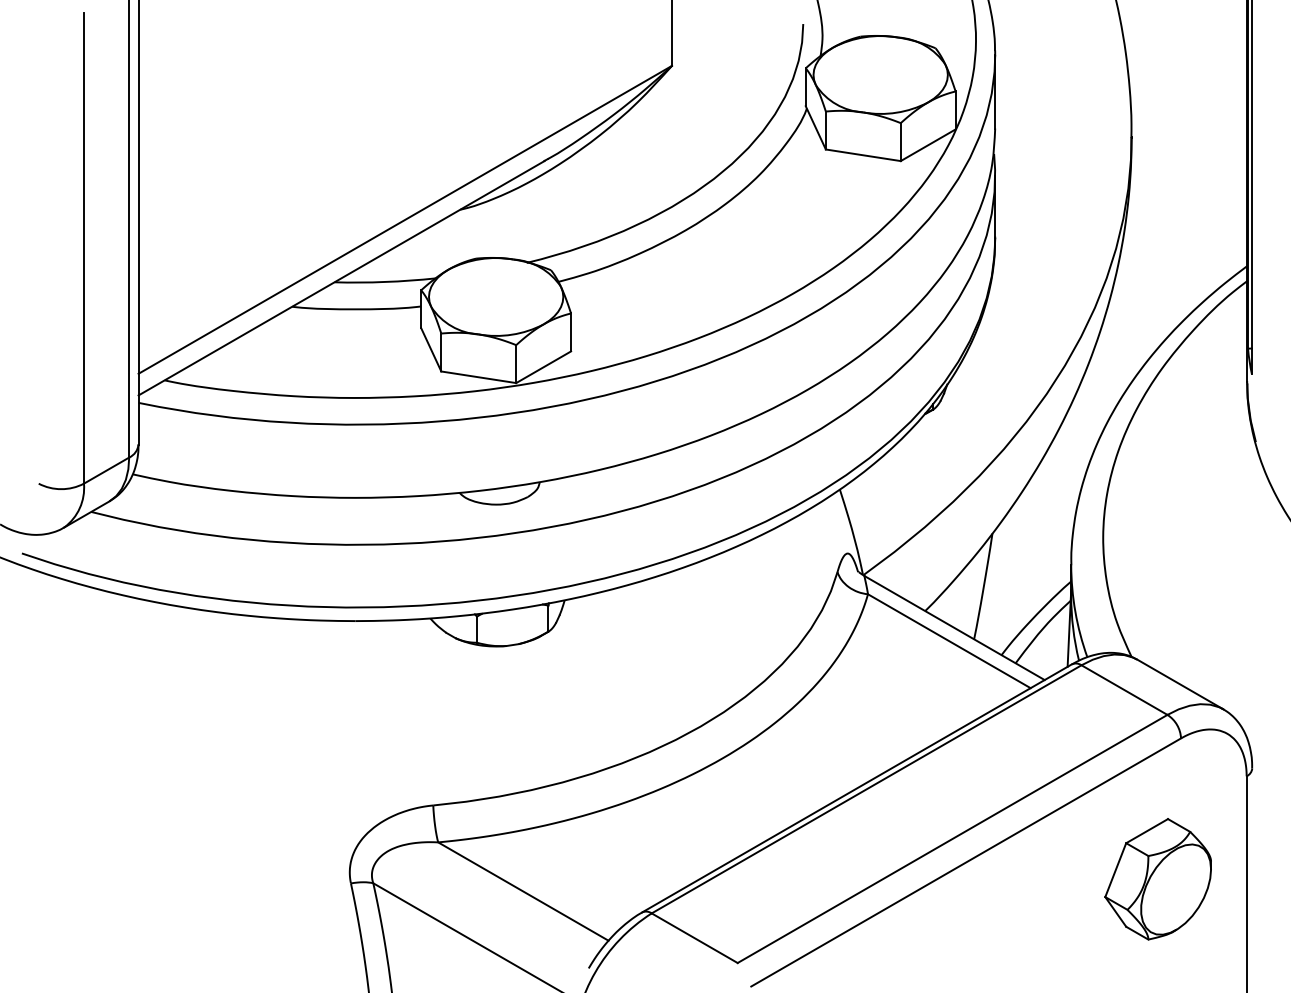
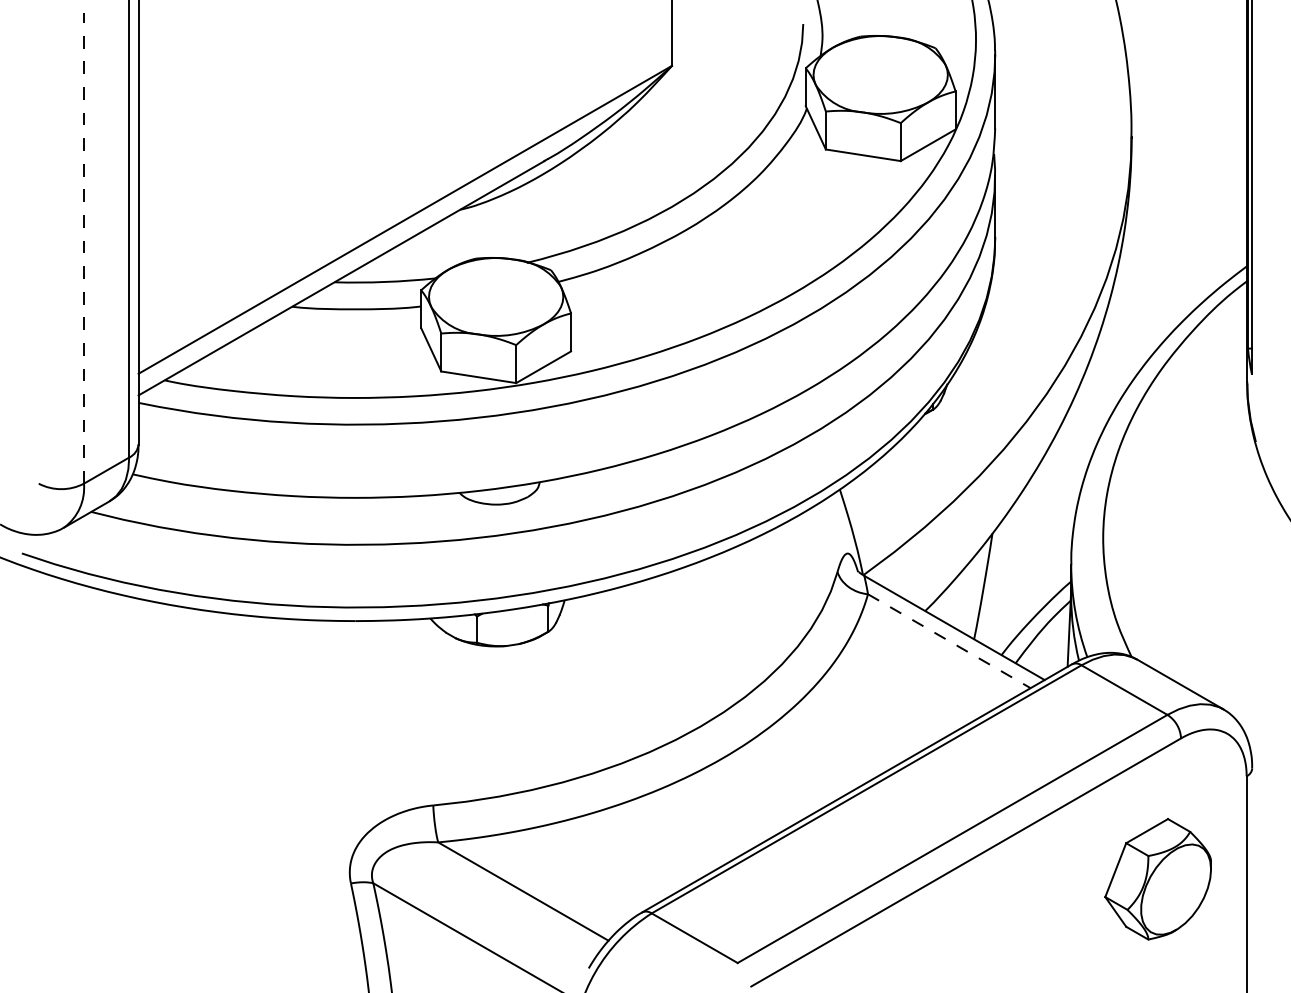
line at (83, 248): solid -> dashed
line at (949, 641): solid -> dashed
